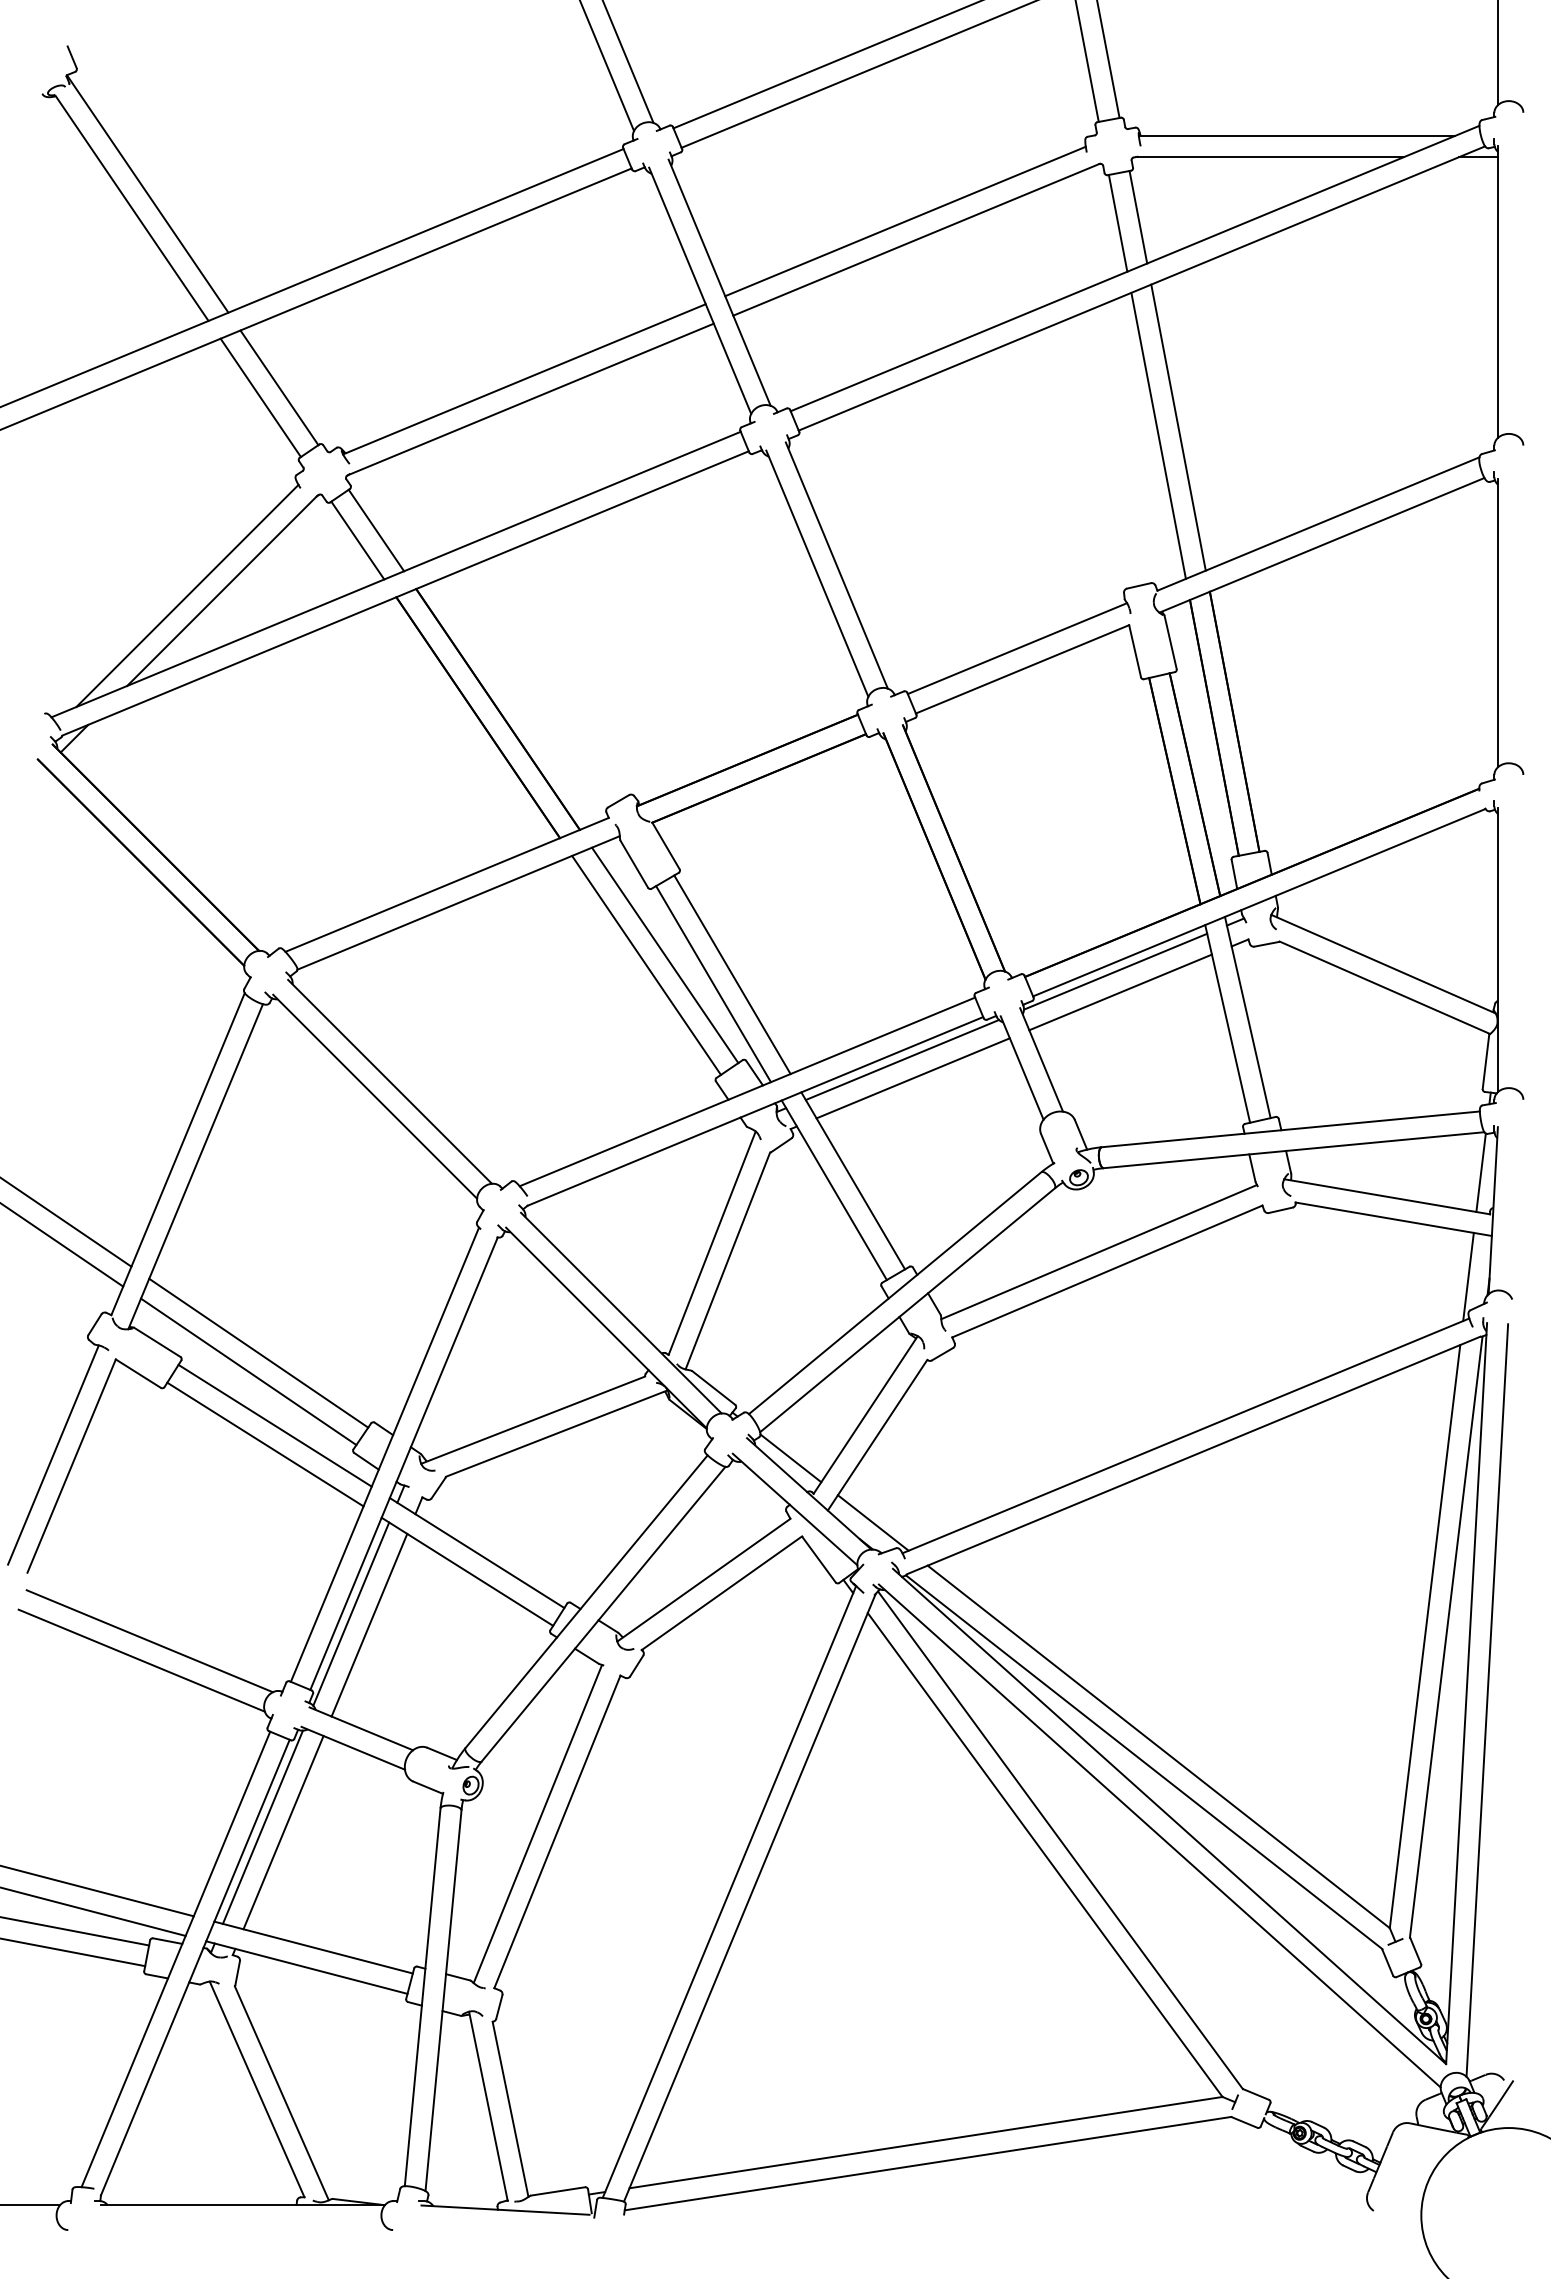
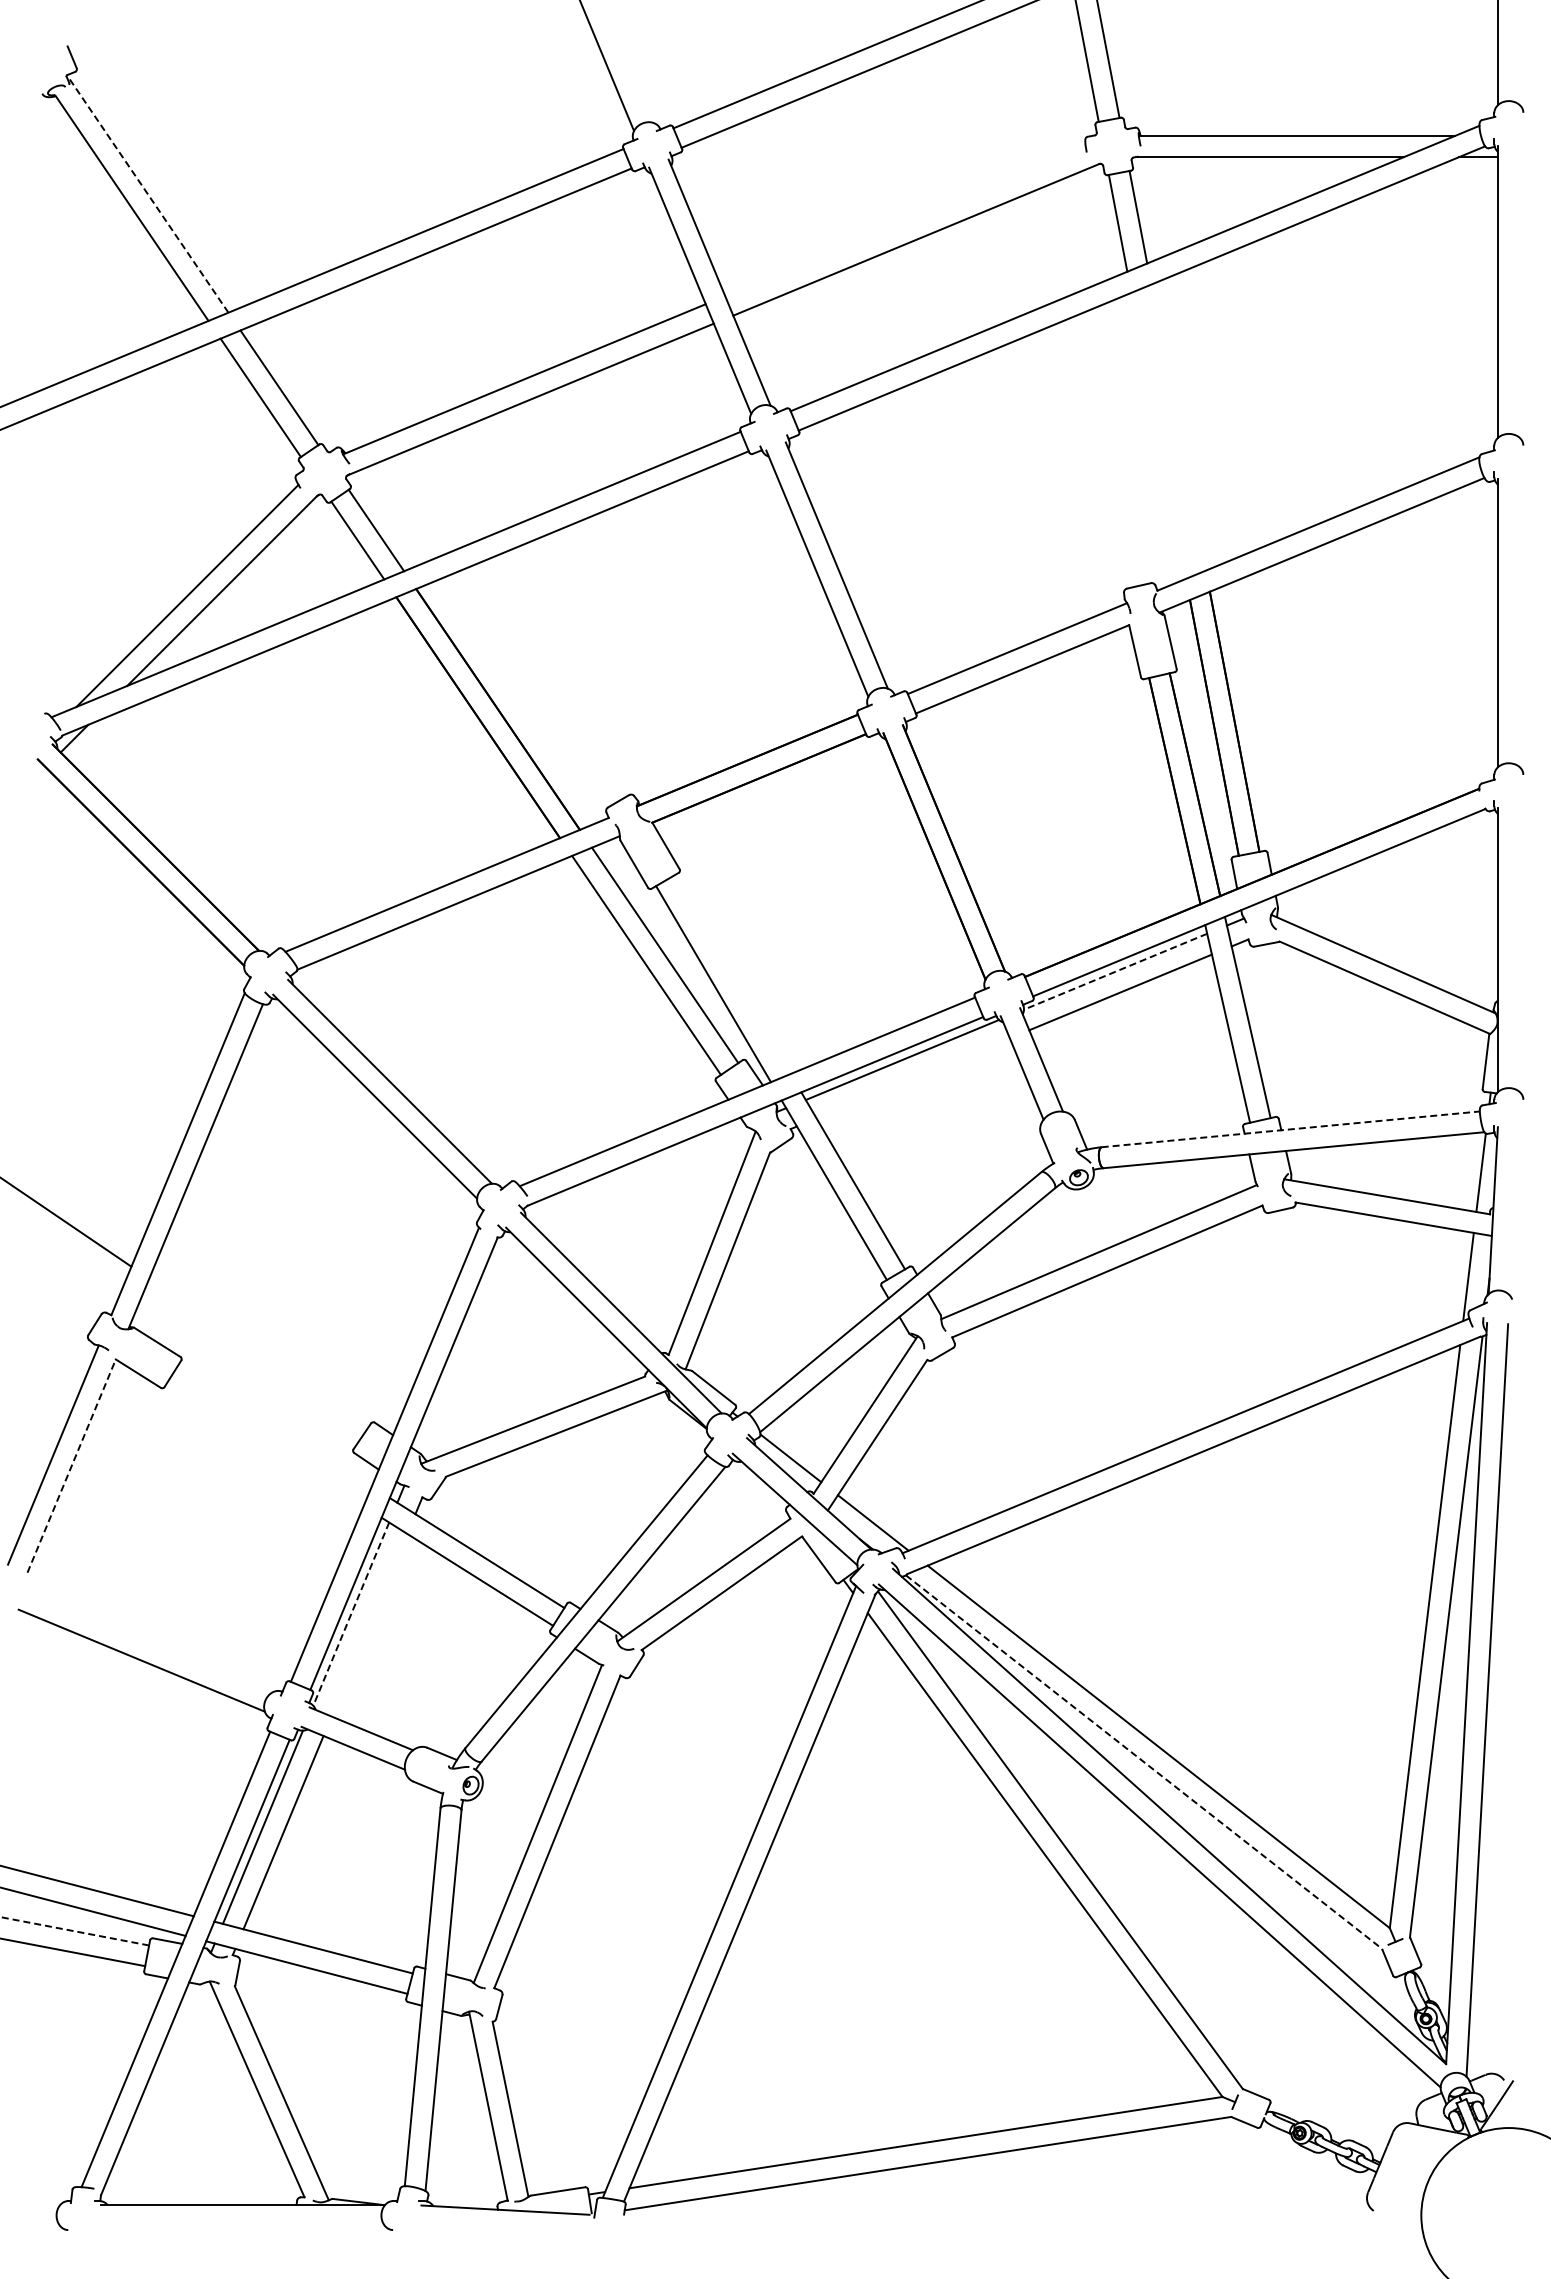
line at (628, 62): present -> none
line at (147, 193): solid -> dashed
line at (905, 221): present -> none
line at (1178, 427): present -> none
line at (1158, 435): present -> none
line at (1115, 971): solid -> dashed
line at (732, 974): present -> none
line at (912, 1078): present -> none
line at (1290, 1129): solid -> dashed
line at (62, 1245): present -> none
line at (258, 1352): present -> none
line at (248, 1371): present -> none
line at (274, 1425): present -> none
line at (265, 1444): present -> none
line at (71, 1465): solid -> dashed
line at (351, 1614): solid -> dashed
line at (369, 1624): present -> none
line at (149, 1641): present -> none
line at (1144, 1762): solid -> dashed
line at (74, 1931): solid -> dashed
line at (31, 2205): present -> none
